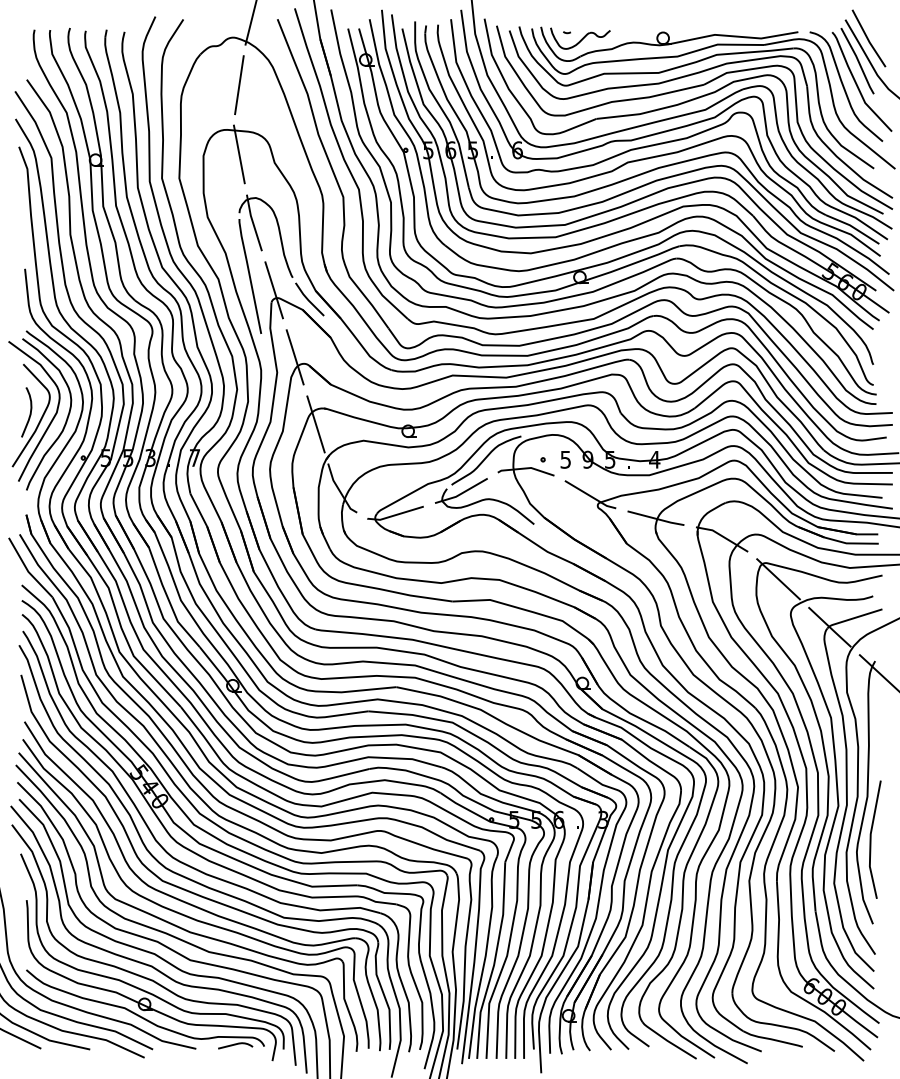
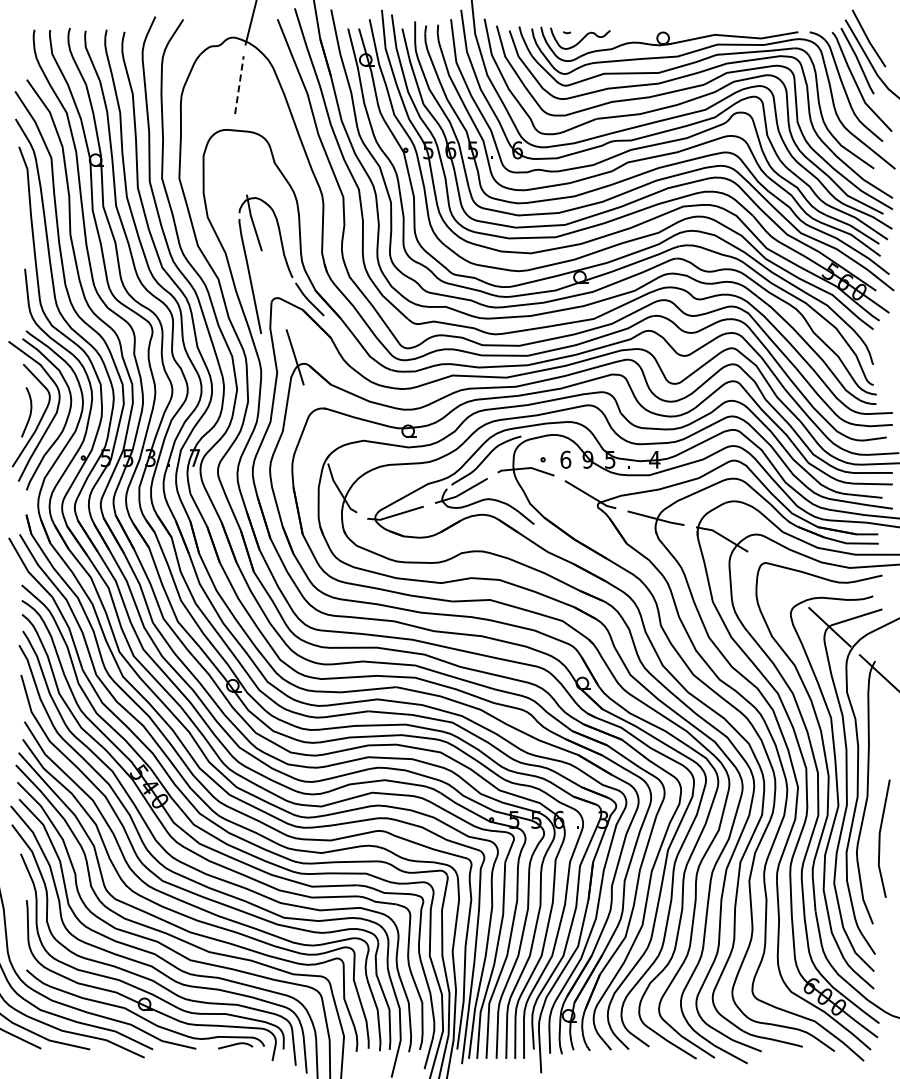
line at (239, 84): solid -> dashed
line at (238, 154): present -> none
line at (273, 290): present -> none
line at (315, 424): present -> none
text at (565, 459): 5 -> 6
line at (778, 579): present -> none
line at (871, 839) position: (871, 839) -> (880, 838)
